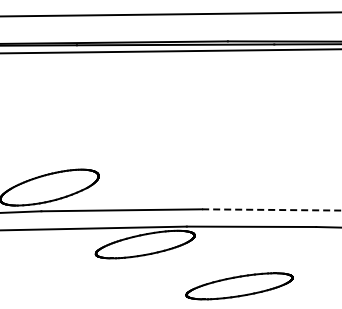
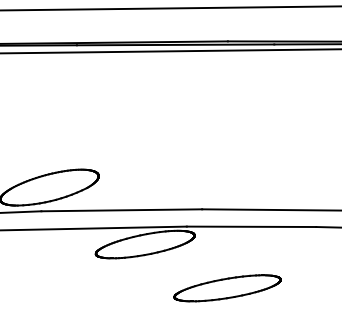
line at (170, 14) position: (170, 14) -> (170, 8)
line at (271, 209): dashed -> solid
part at (239, 286) position: (239, 286) -> (227, 288)
